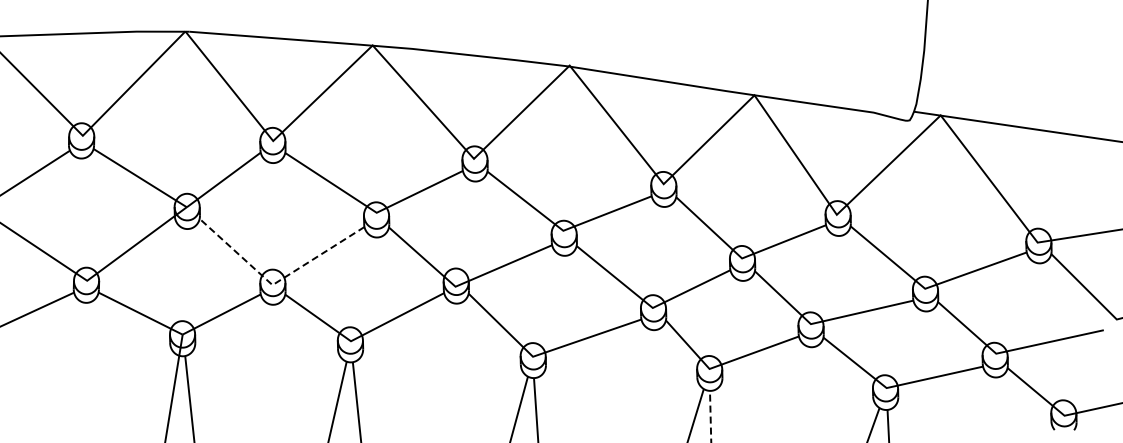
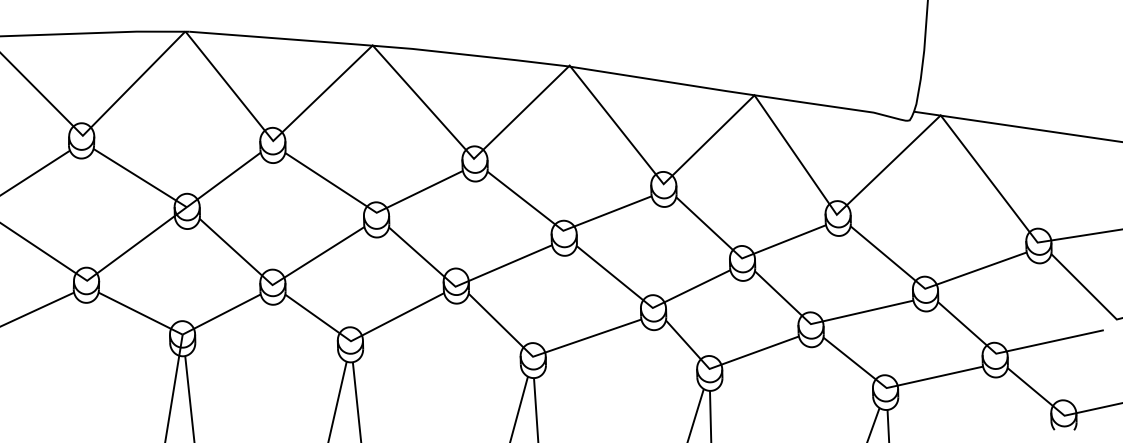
line at (275, 282): dashed -> solid
line at (710, 416): dashed -> solid
